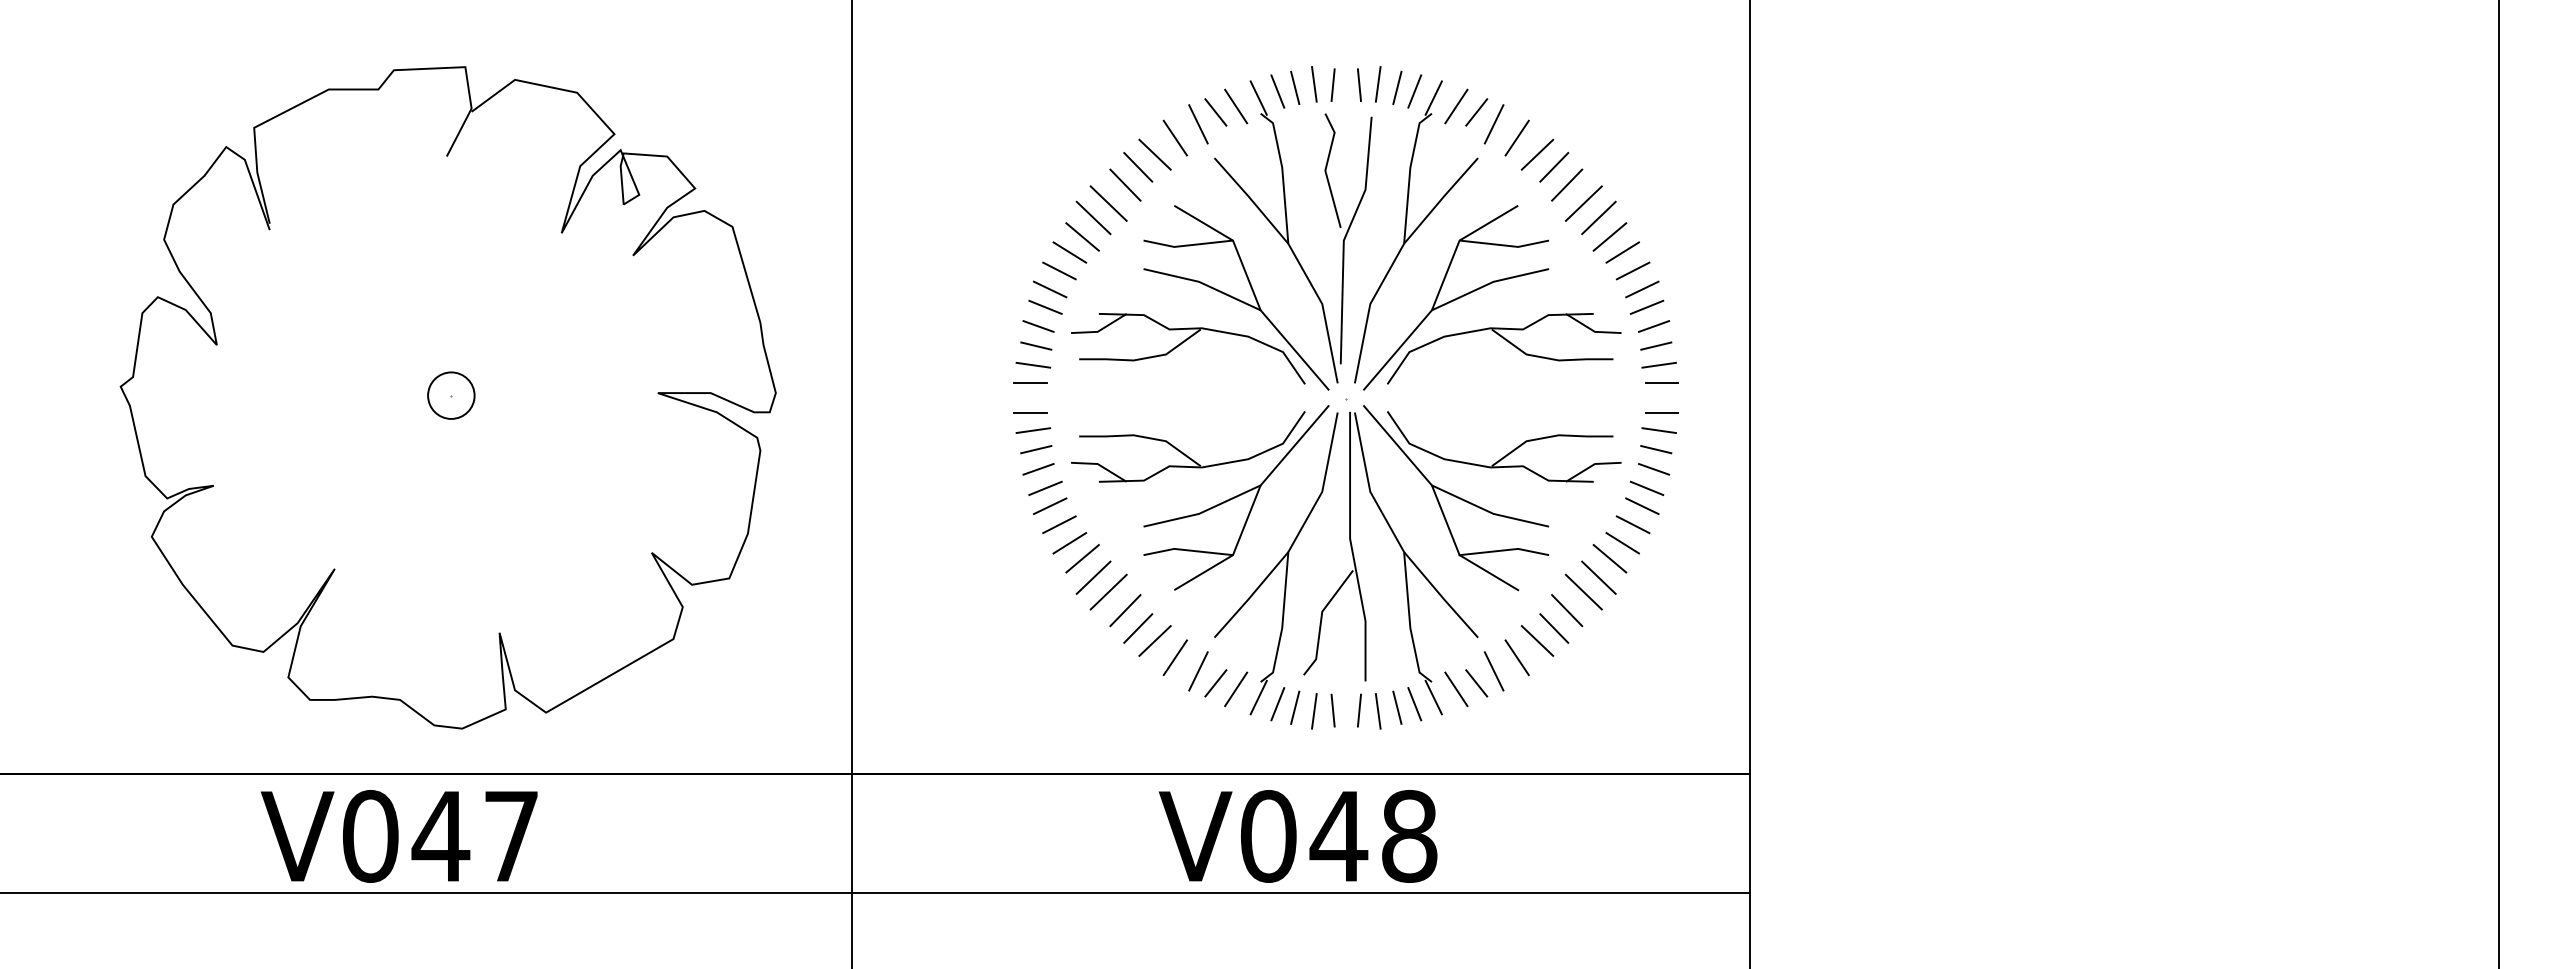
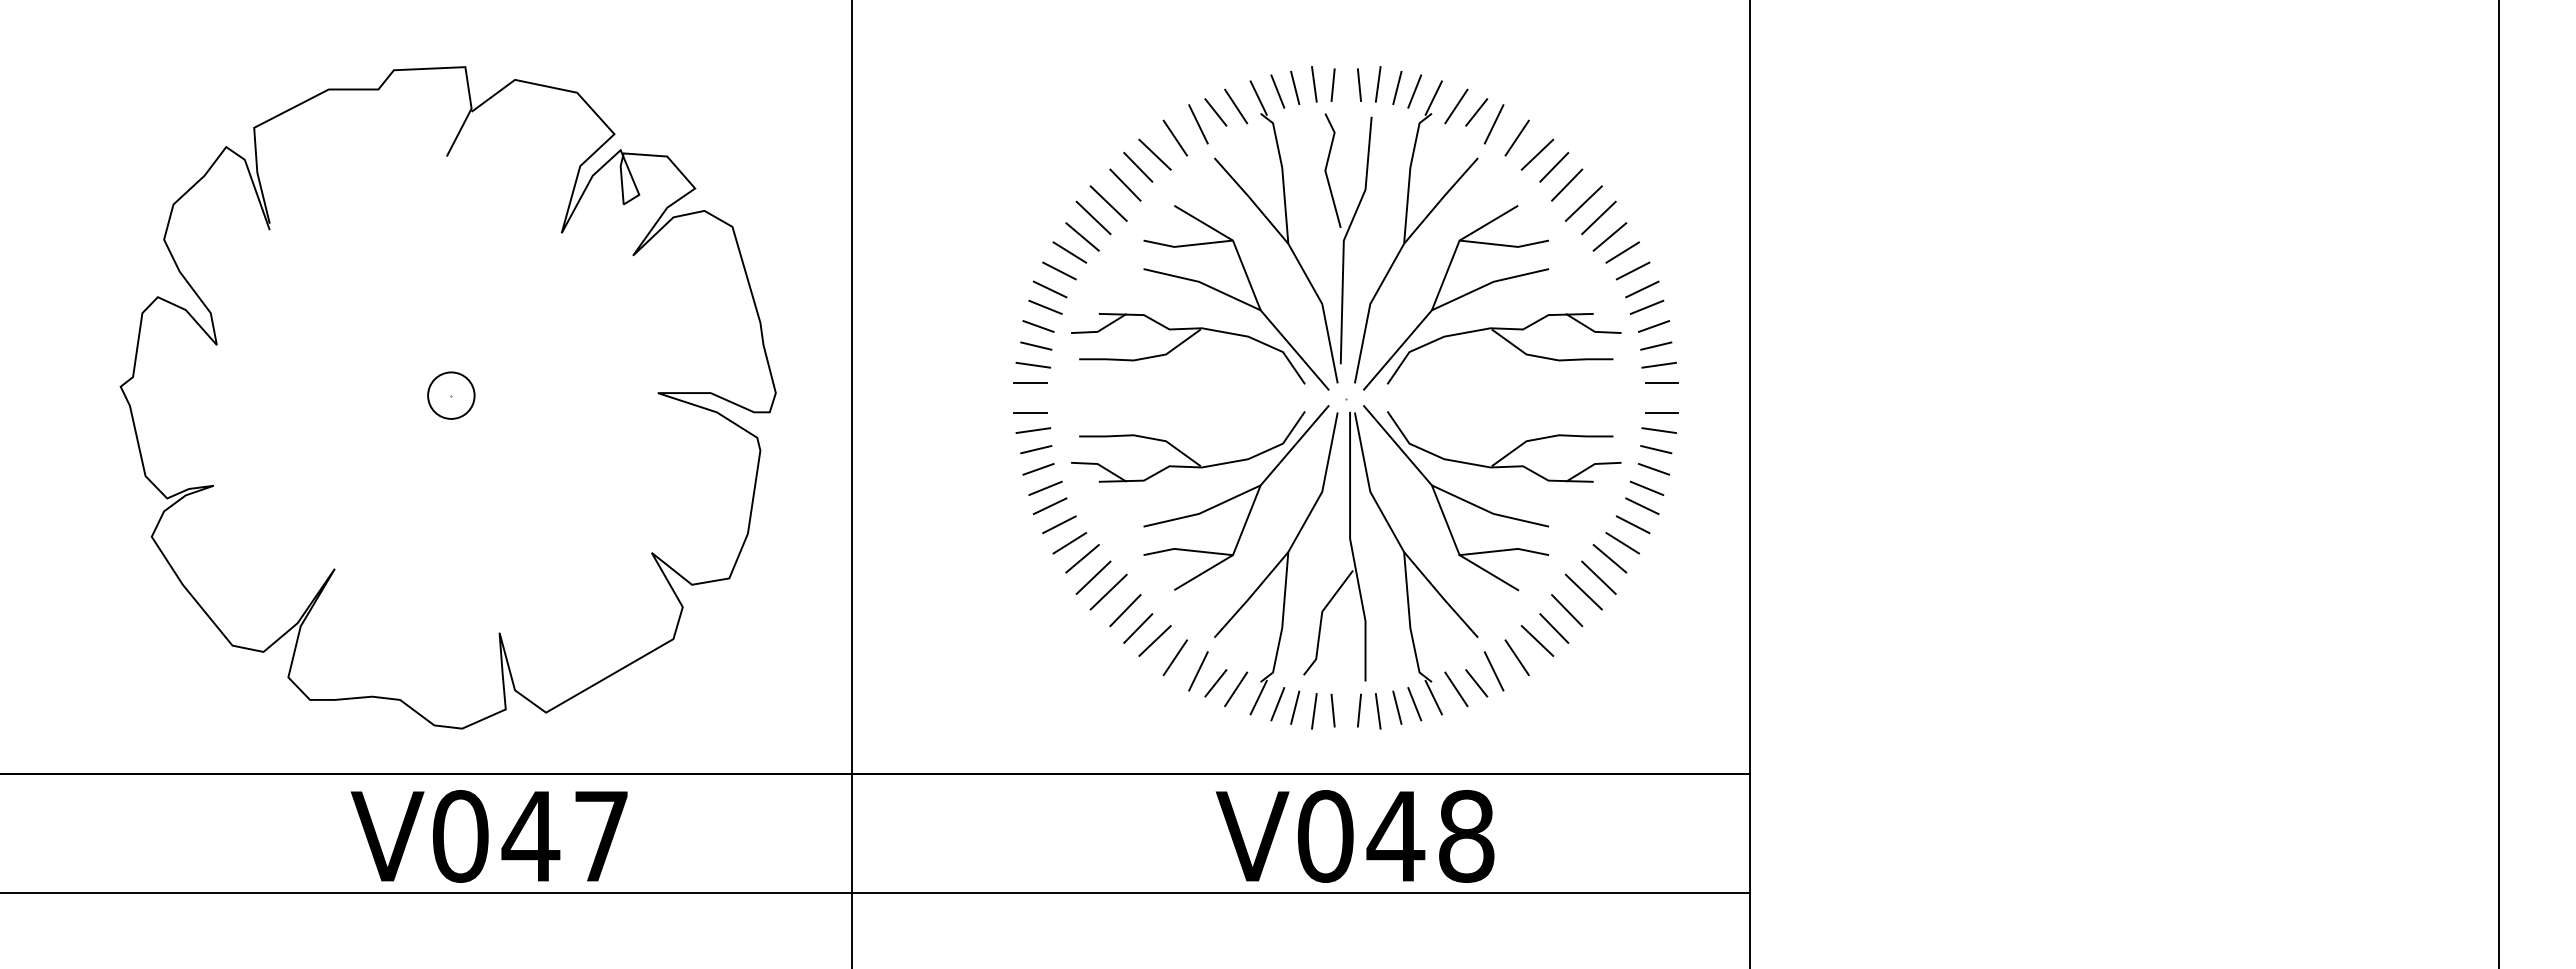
text at (398, 836) position: (398, 836) -> (488, 836)
text at (1297, 836) position: (1297, 836) -> (1354, 836)
